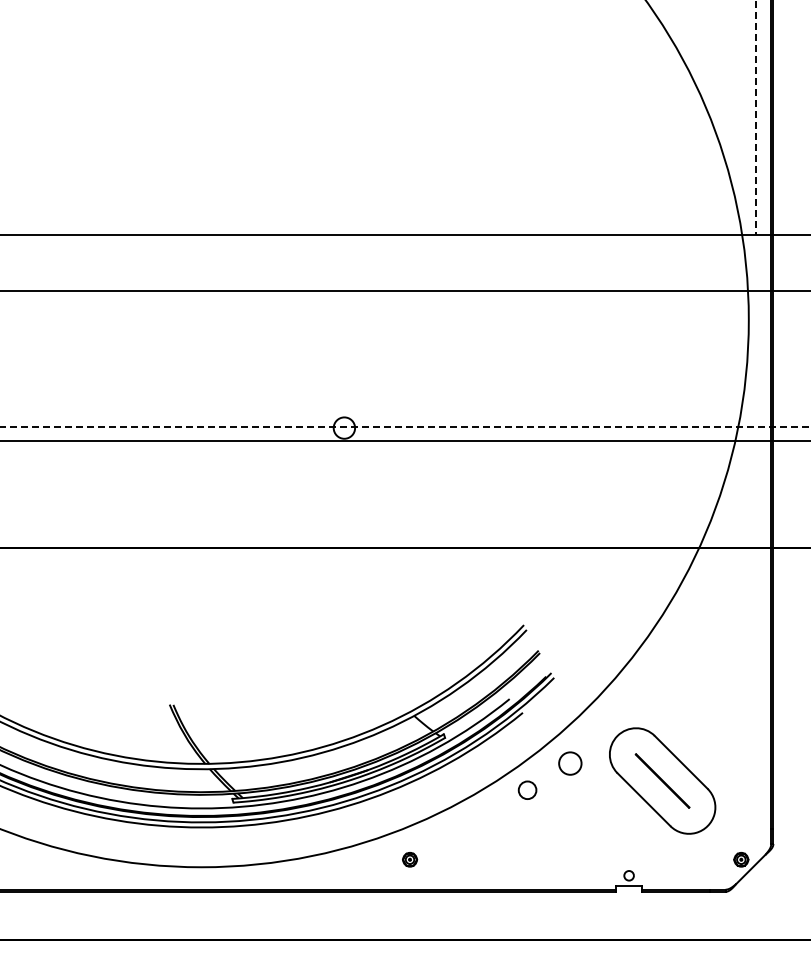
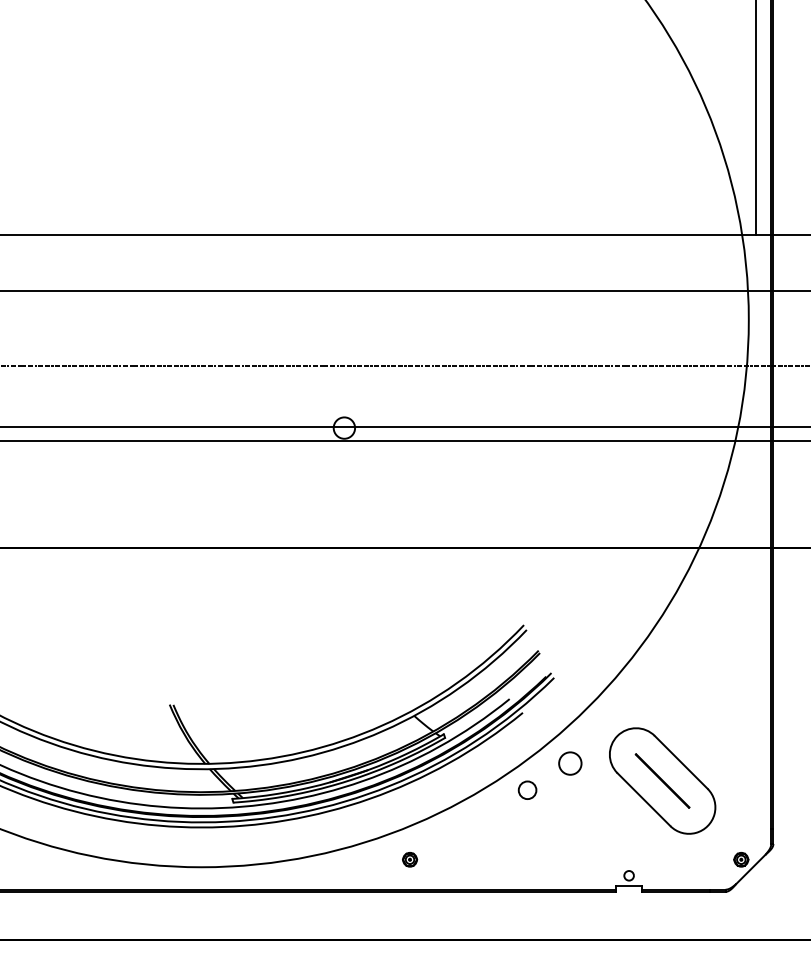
line at (756, 117): dashed -> solid
line at (404, 366): none -> present
line at (405, 426): dashed -> solid
